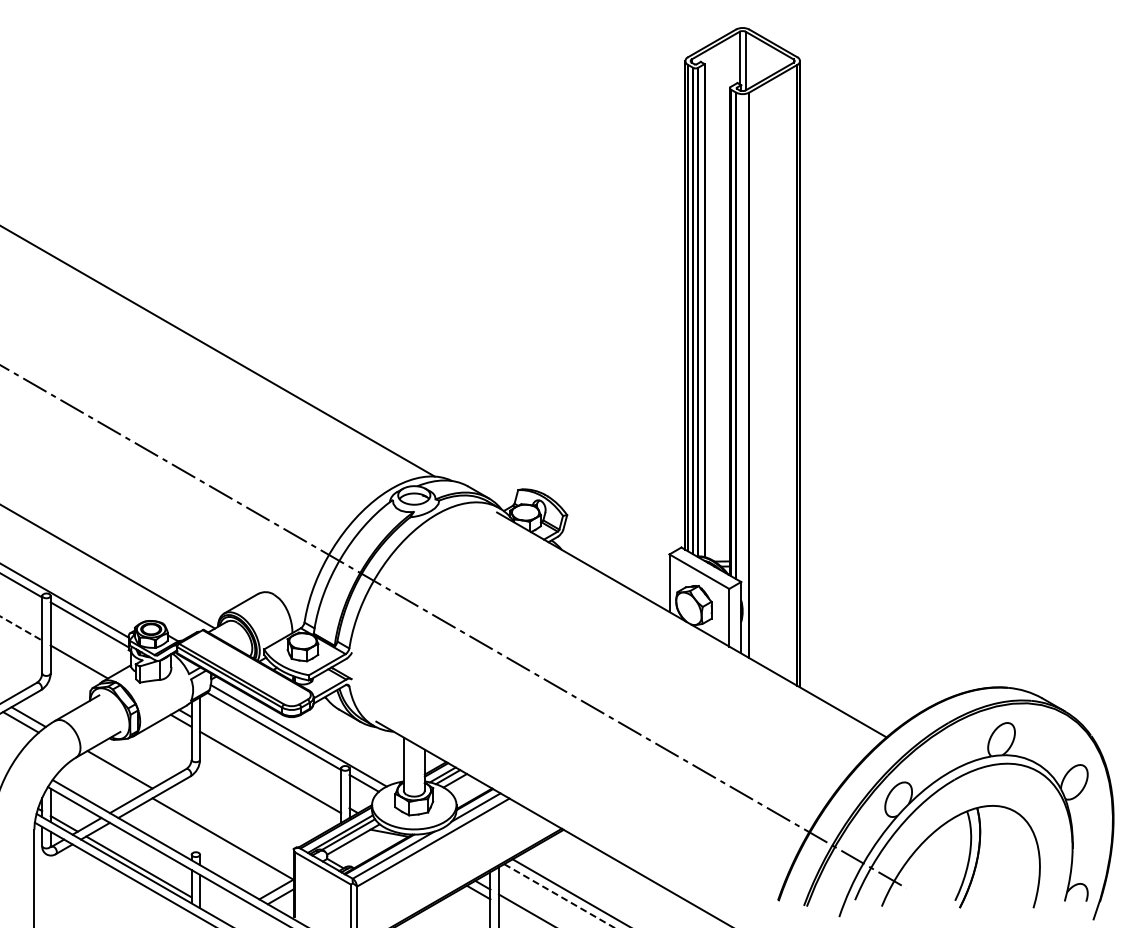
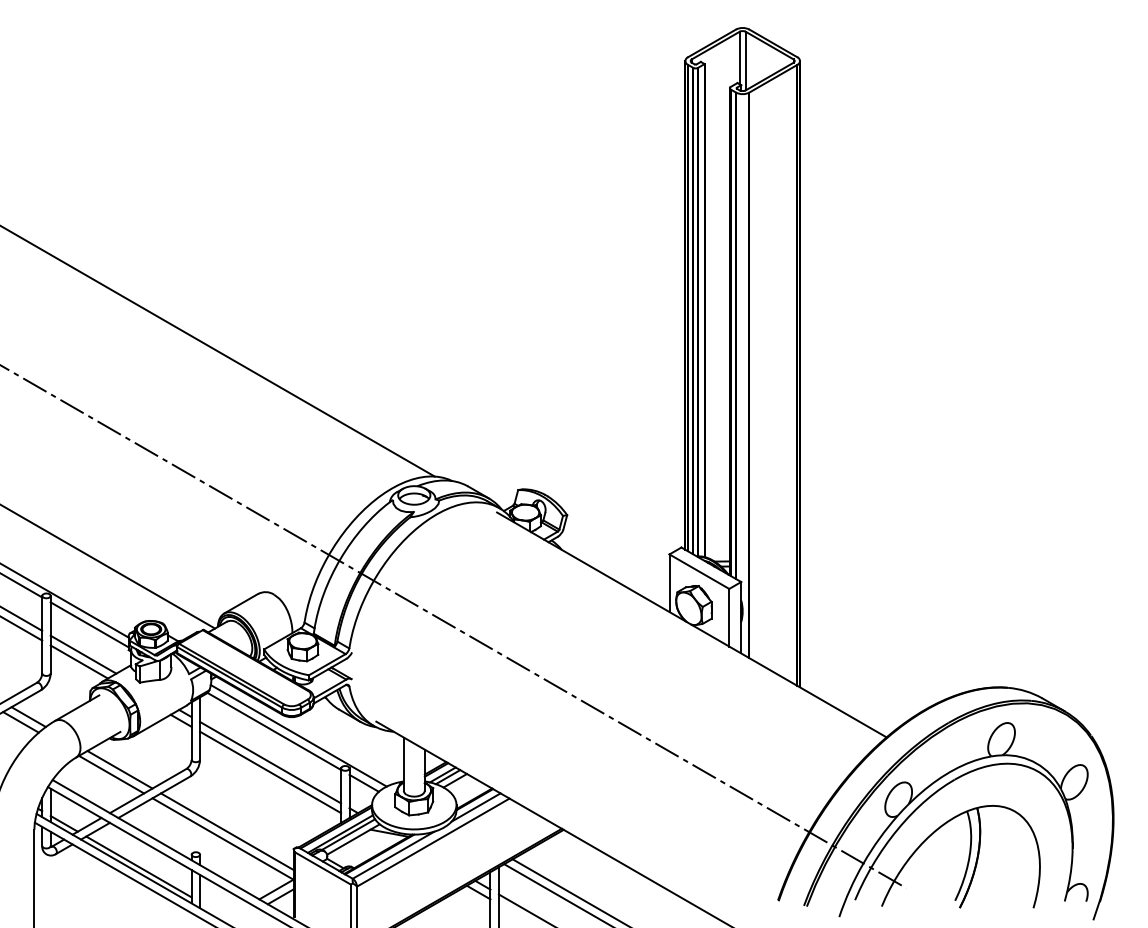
line at (22, 618): none -> present
line at (21, 628): dashed -> solid
line at (83, 654): none -> present
line at (270, 762): none -> present
line at (111, 774): none -> present
line at (227, 831): none -> present
line at (559, 896): dashed -> solid
